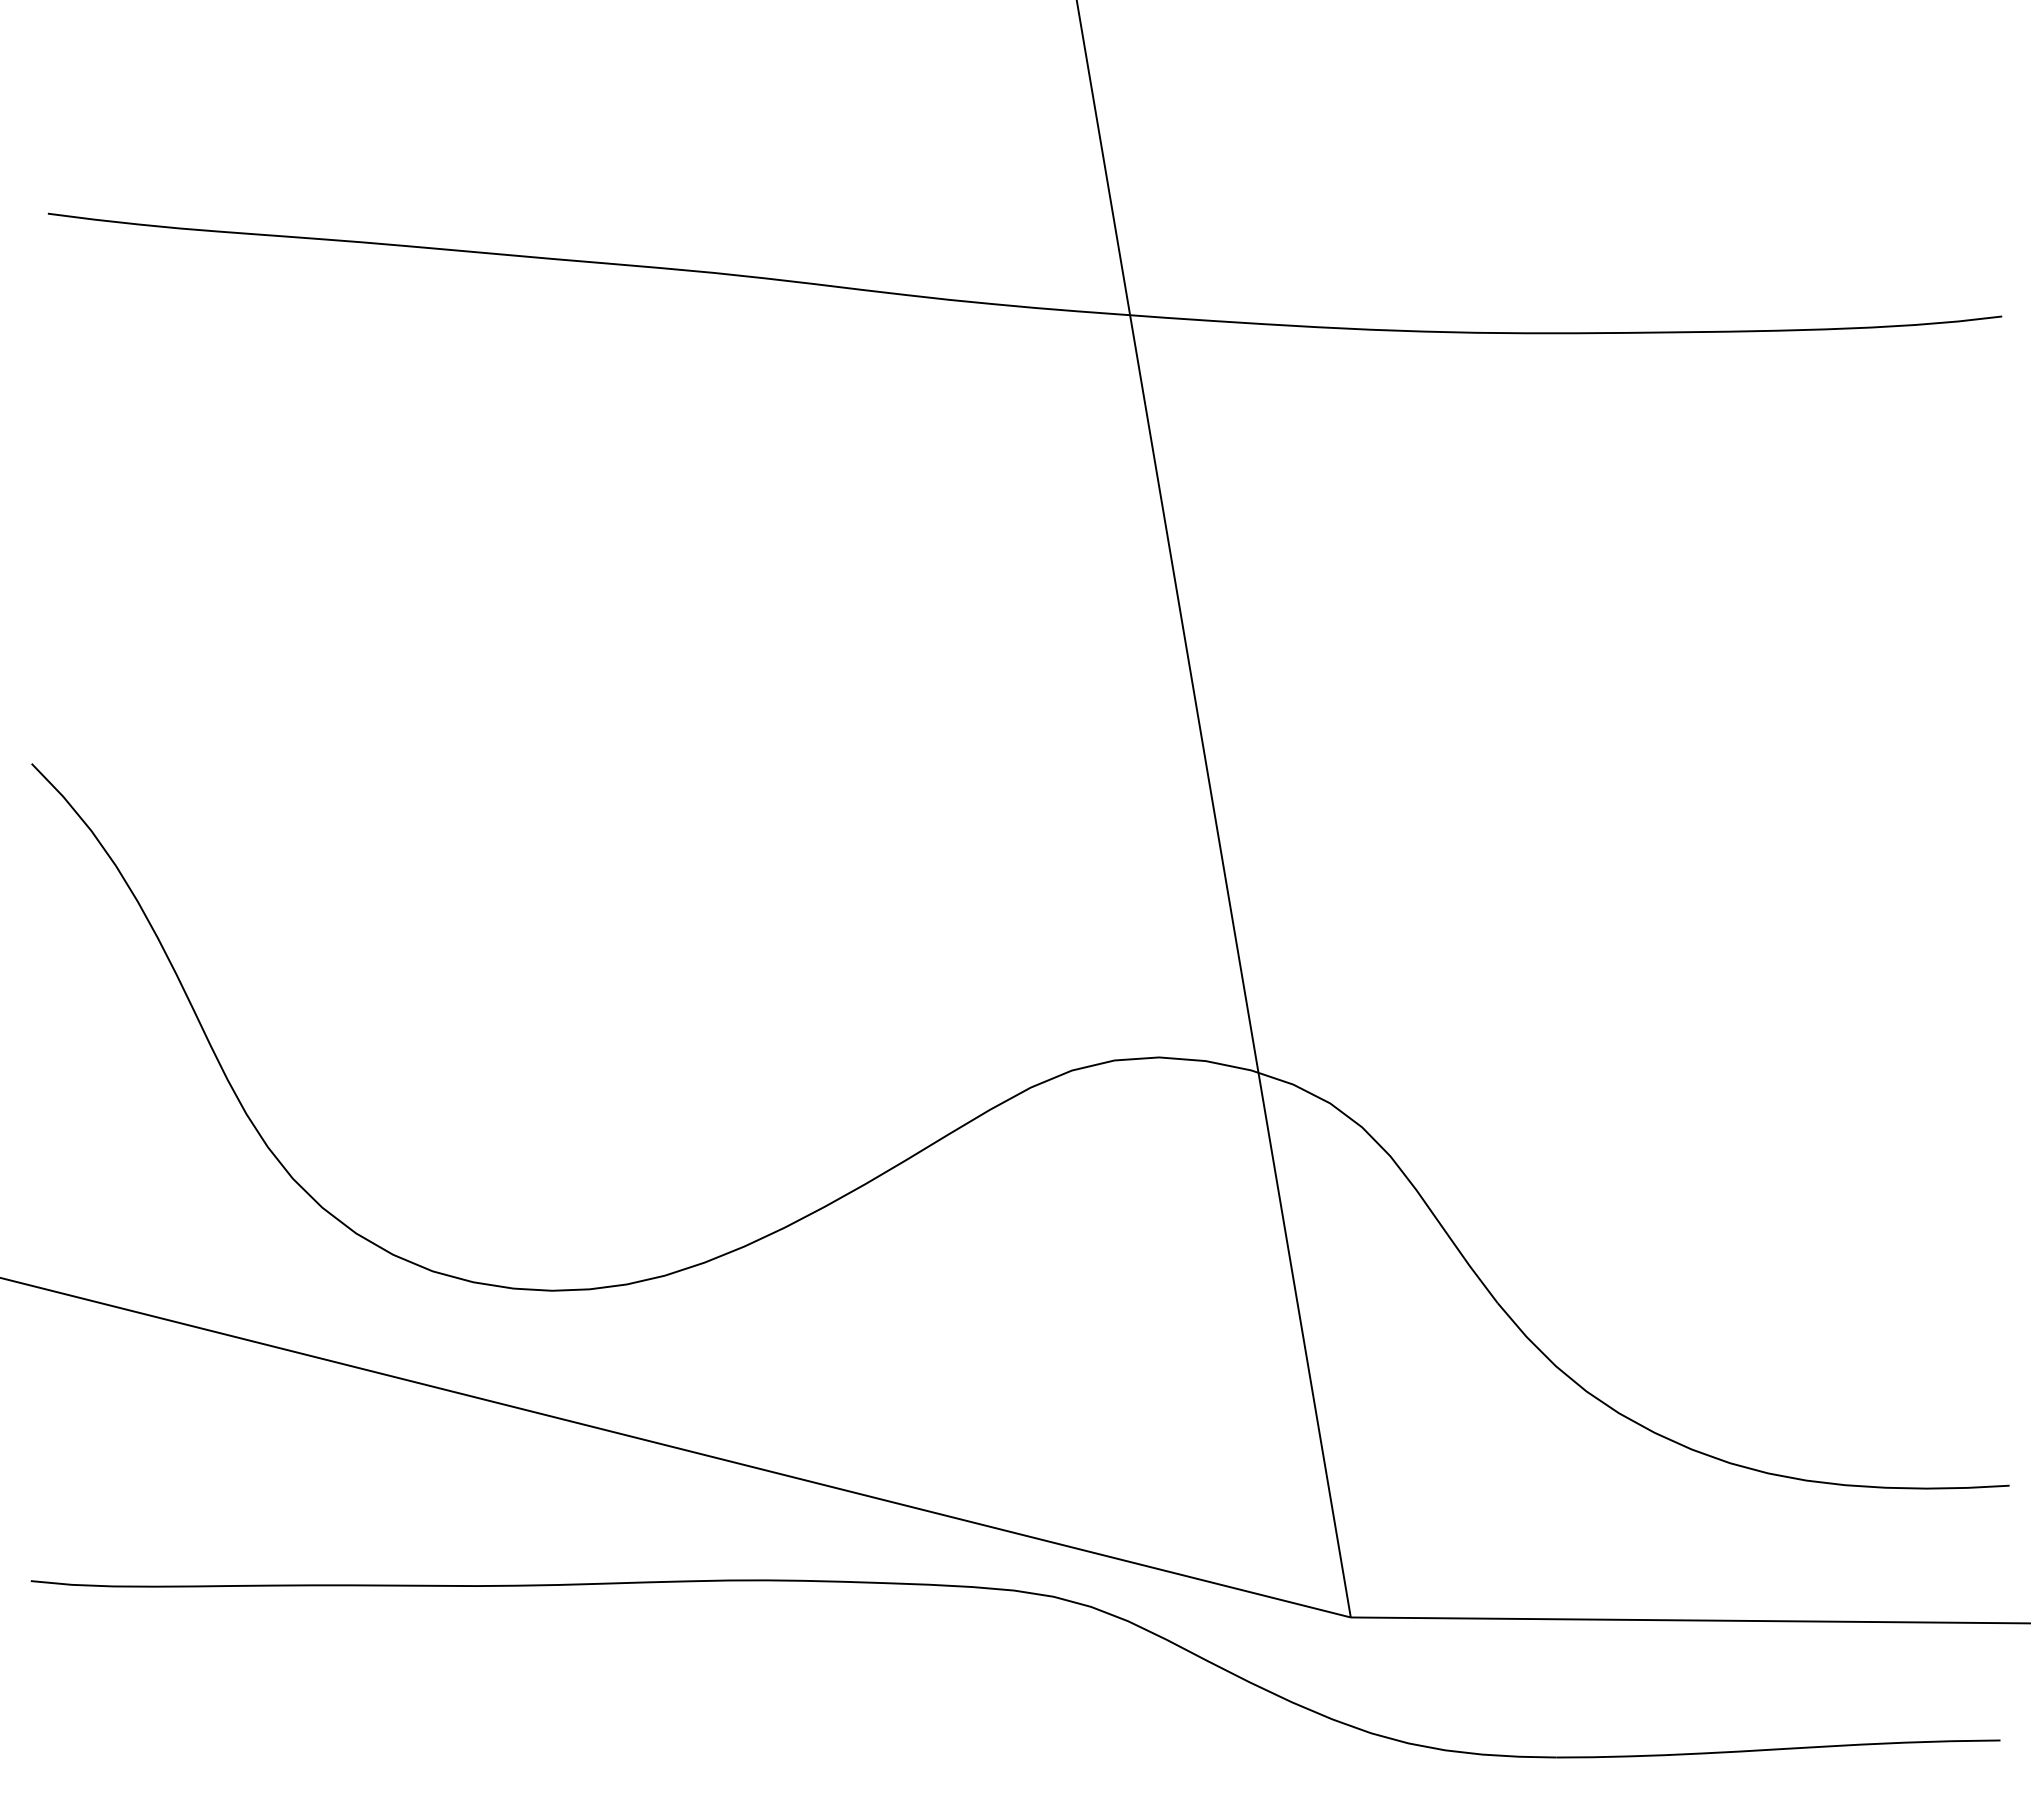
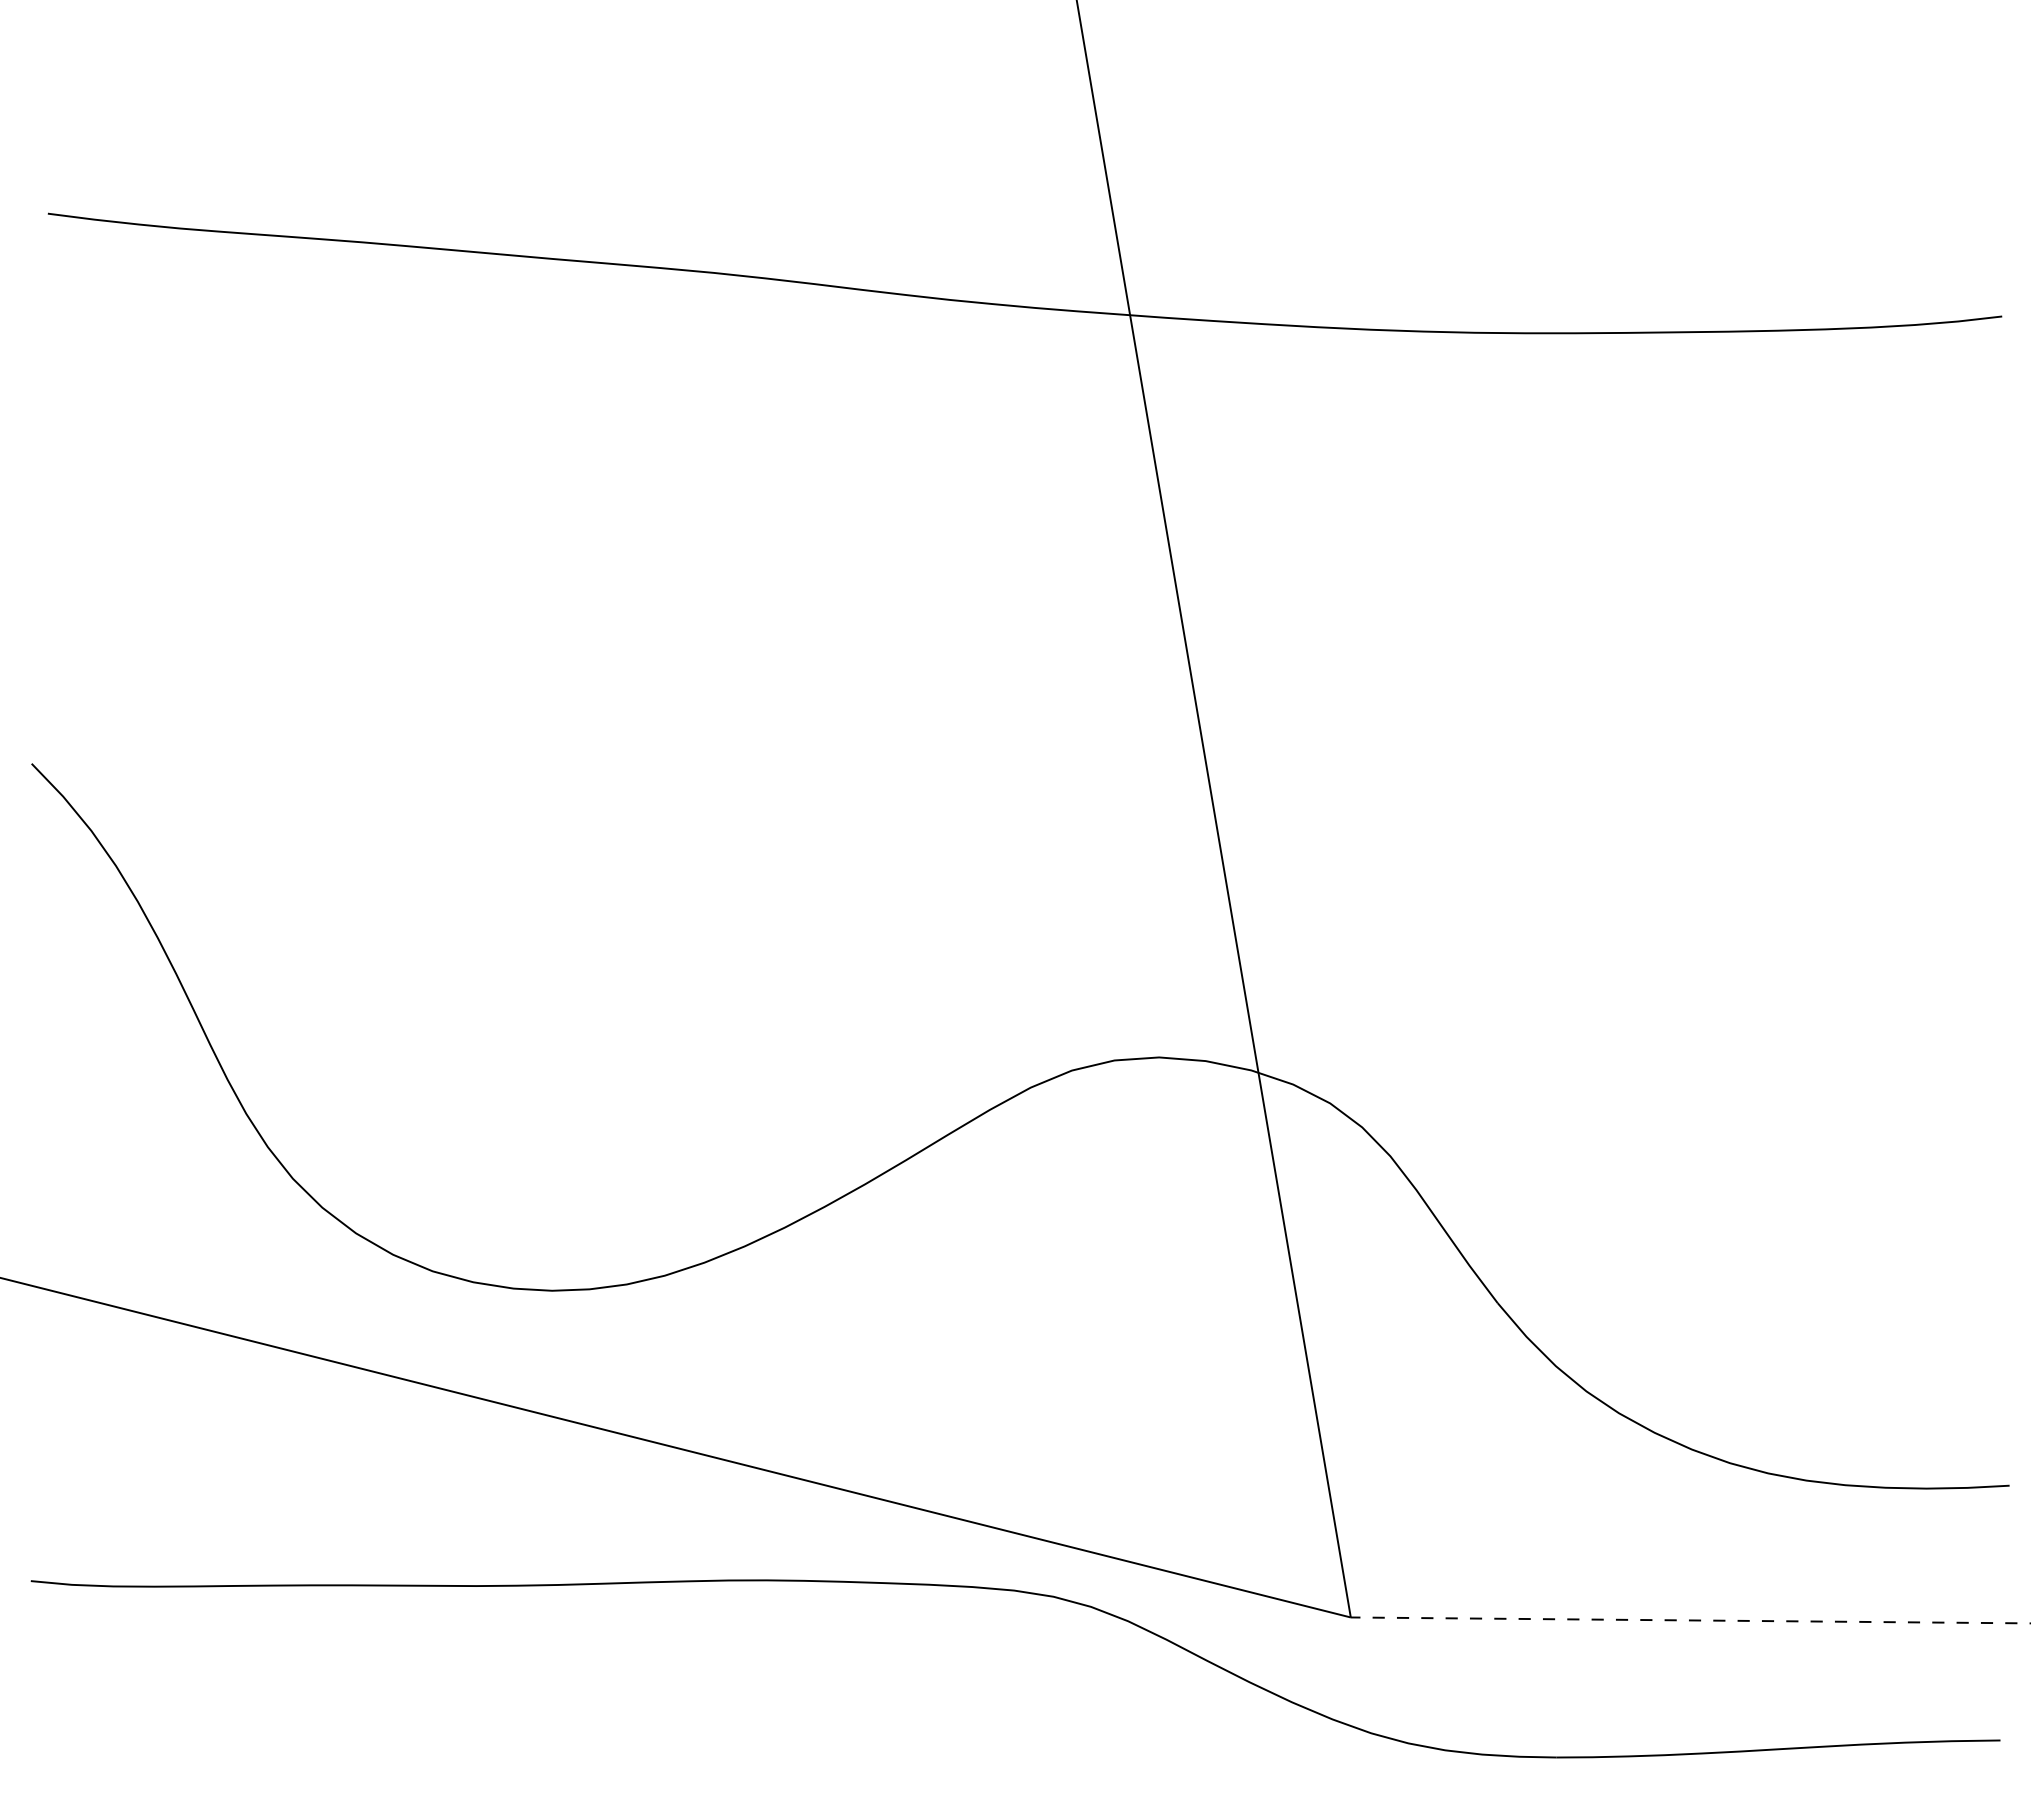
line at (1690, 1620): solid -> dashed
